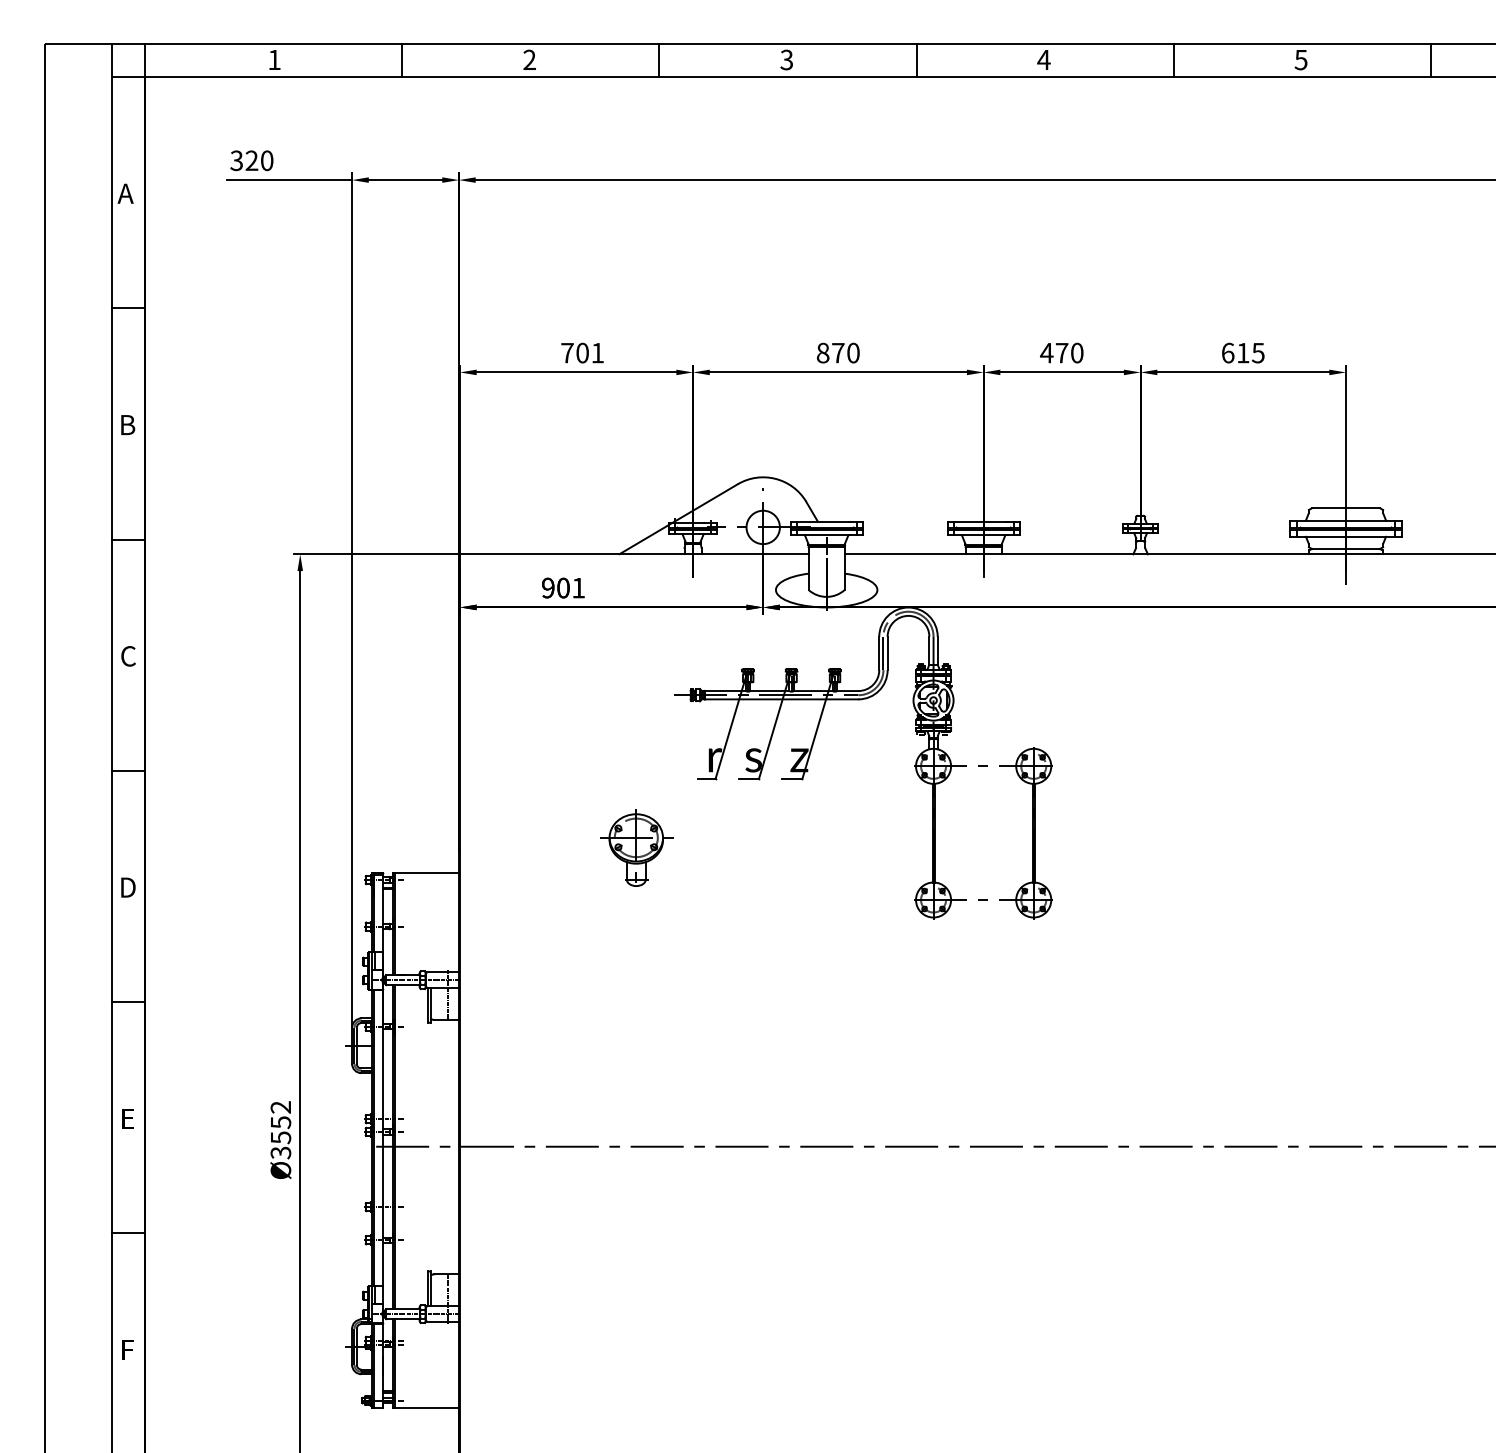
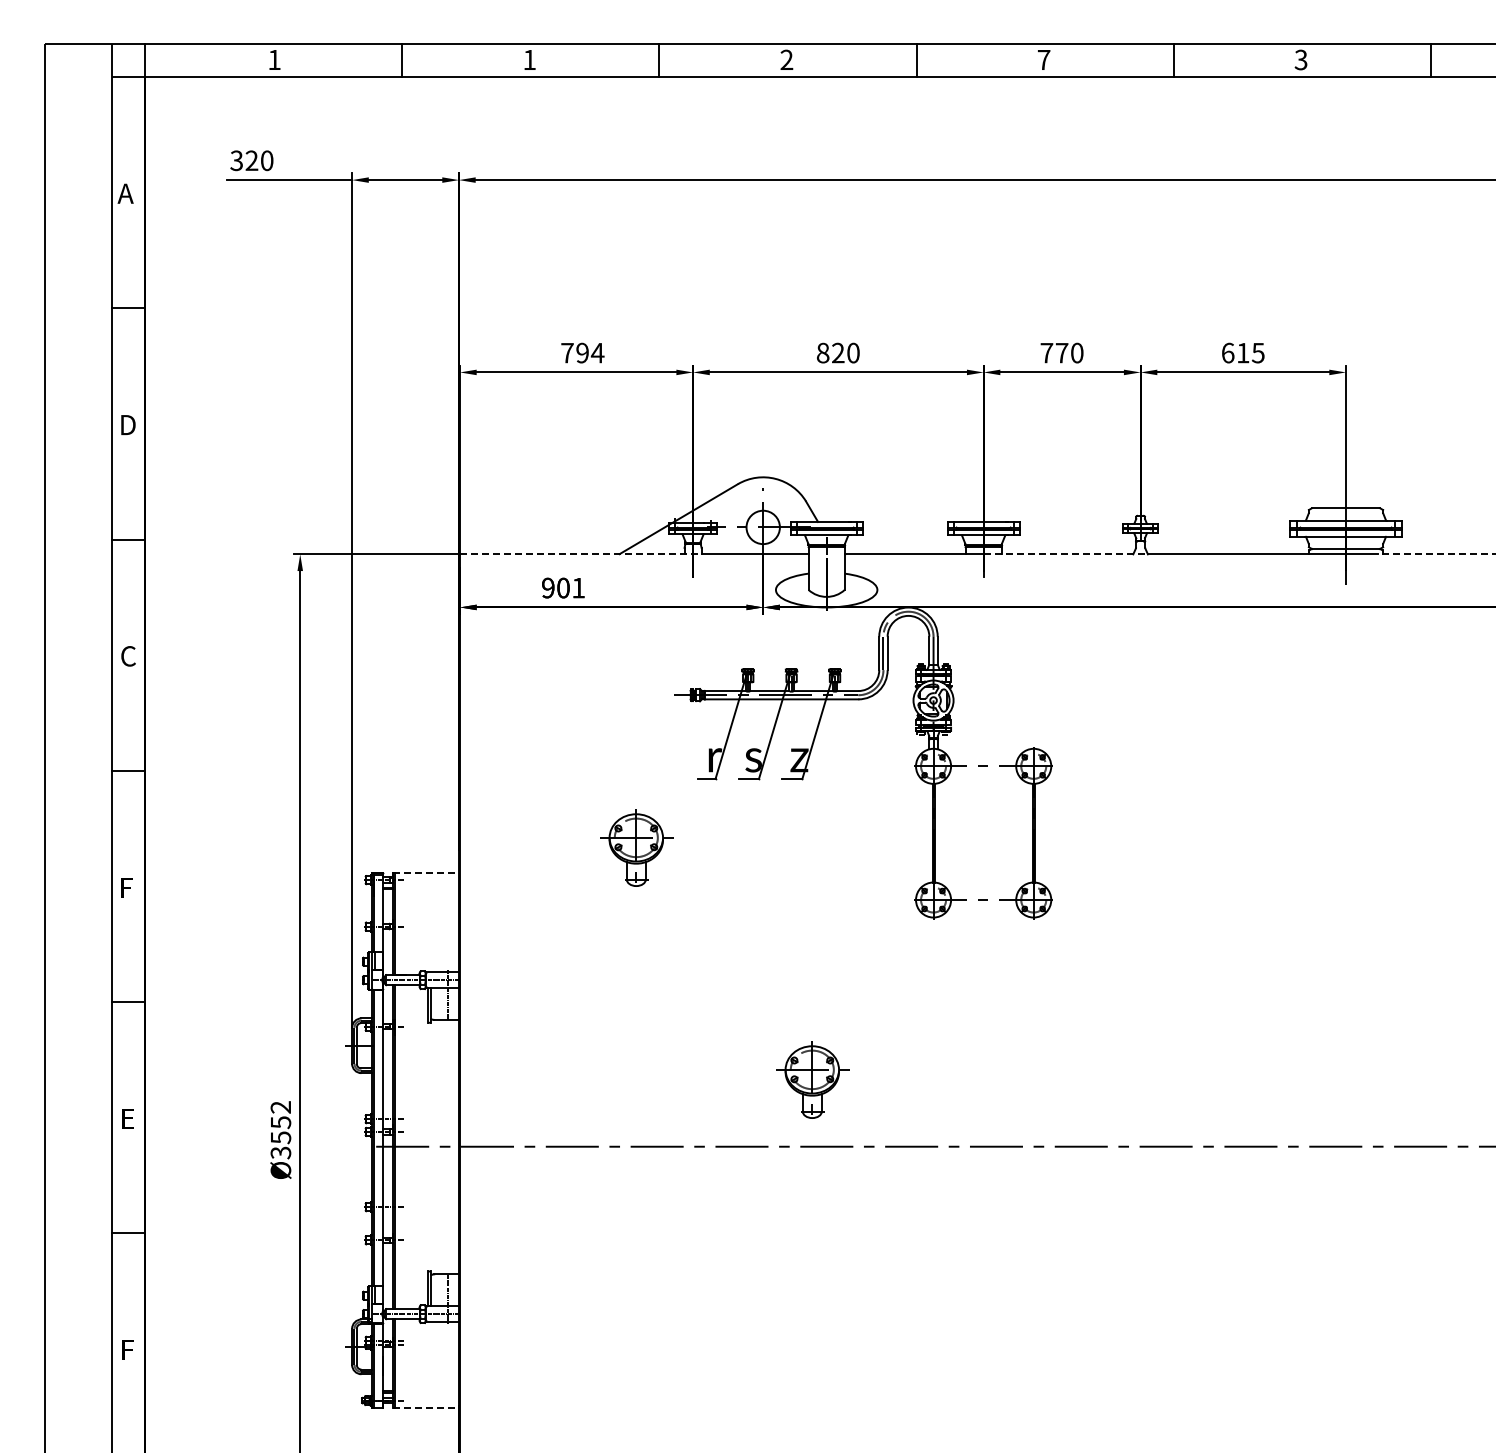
text at (529, 59): 2 -> 1
text at (1043, 59): 4 -> 7
text at (1301, 59): 5 -> 3
text at (786, 60): 3 -> 2
text at (838, 352): 870 -> 820
text at (590, 353): 701 -> 794
text at (1046, 353): 470 -> 770
text at (129, 424): B -> D
line at (580, 554): solid -> dashed
line at (1066, 554): solid -> dashed
line at (1436, 554): solid -> dashed
line at (426, 873): solid -> dashed
text at (128, 887): D -> F
part at (812, 1079): none -> present
line at (426, 1407): solid -> dashed
